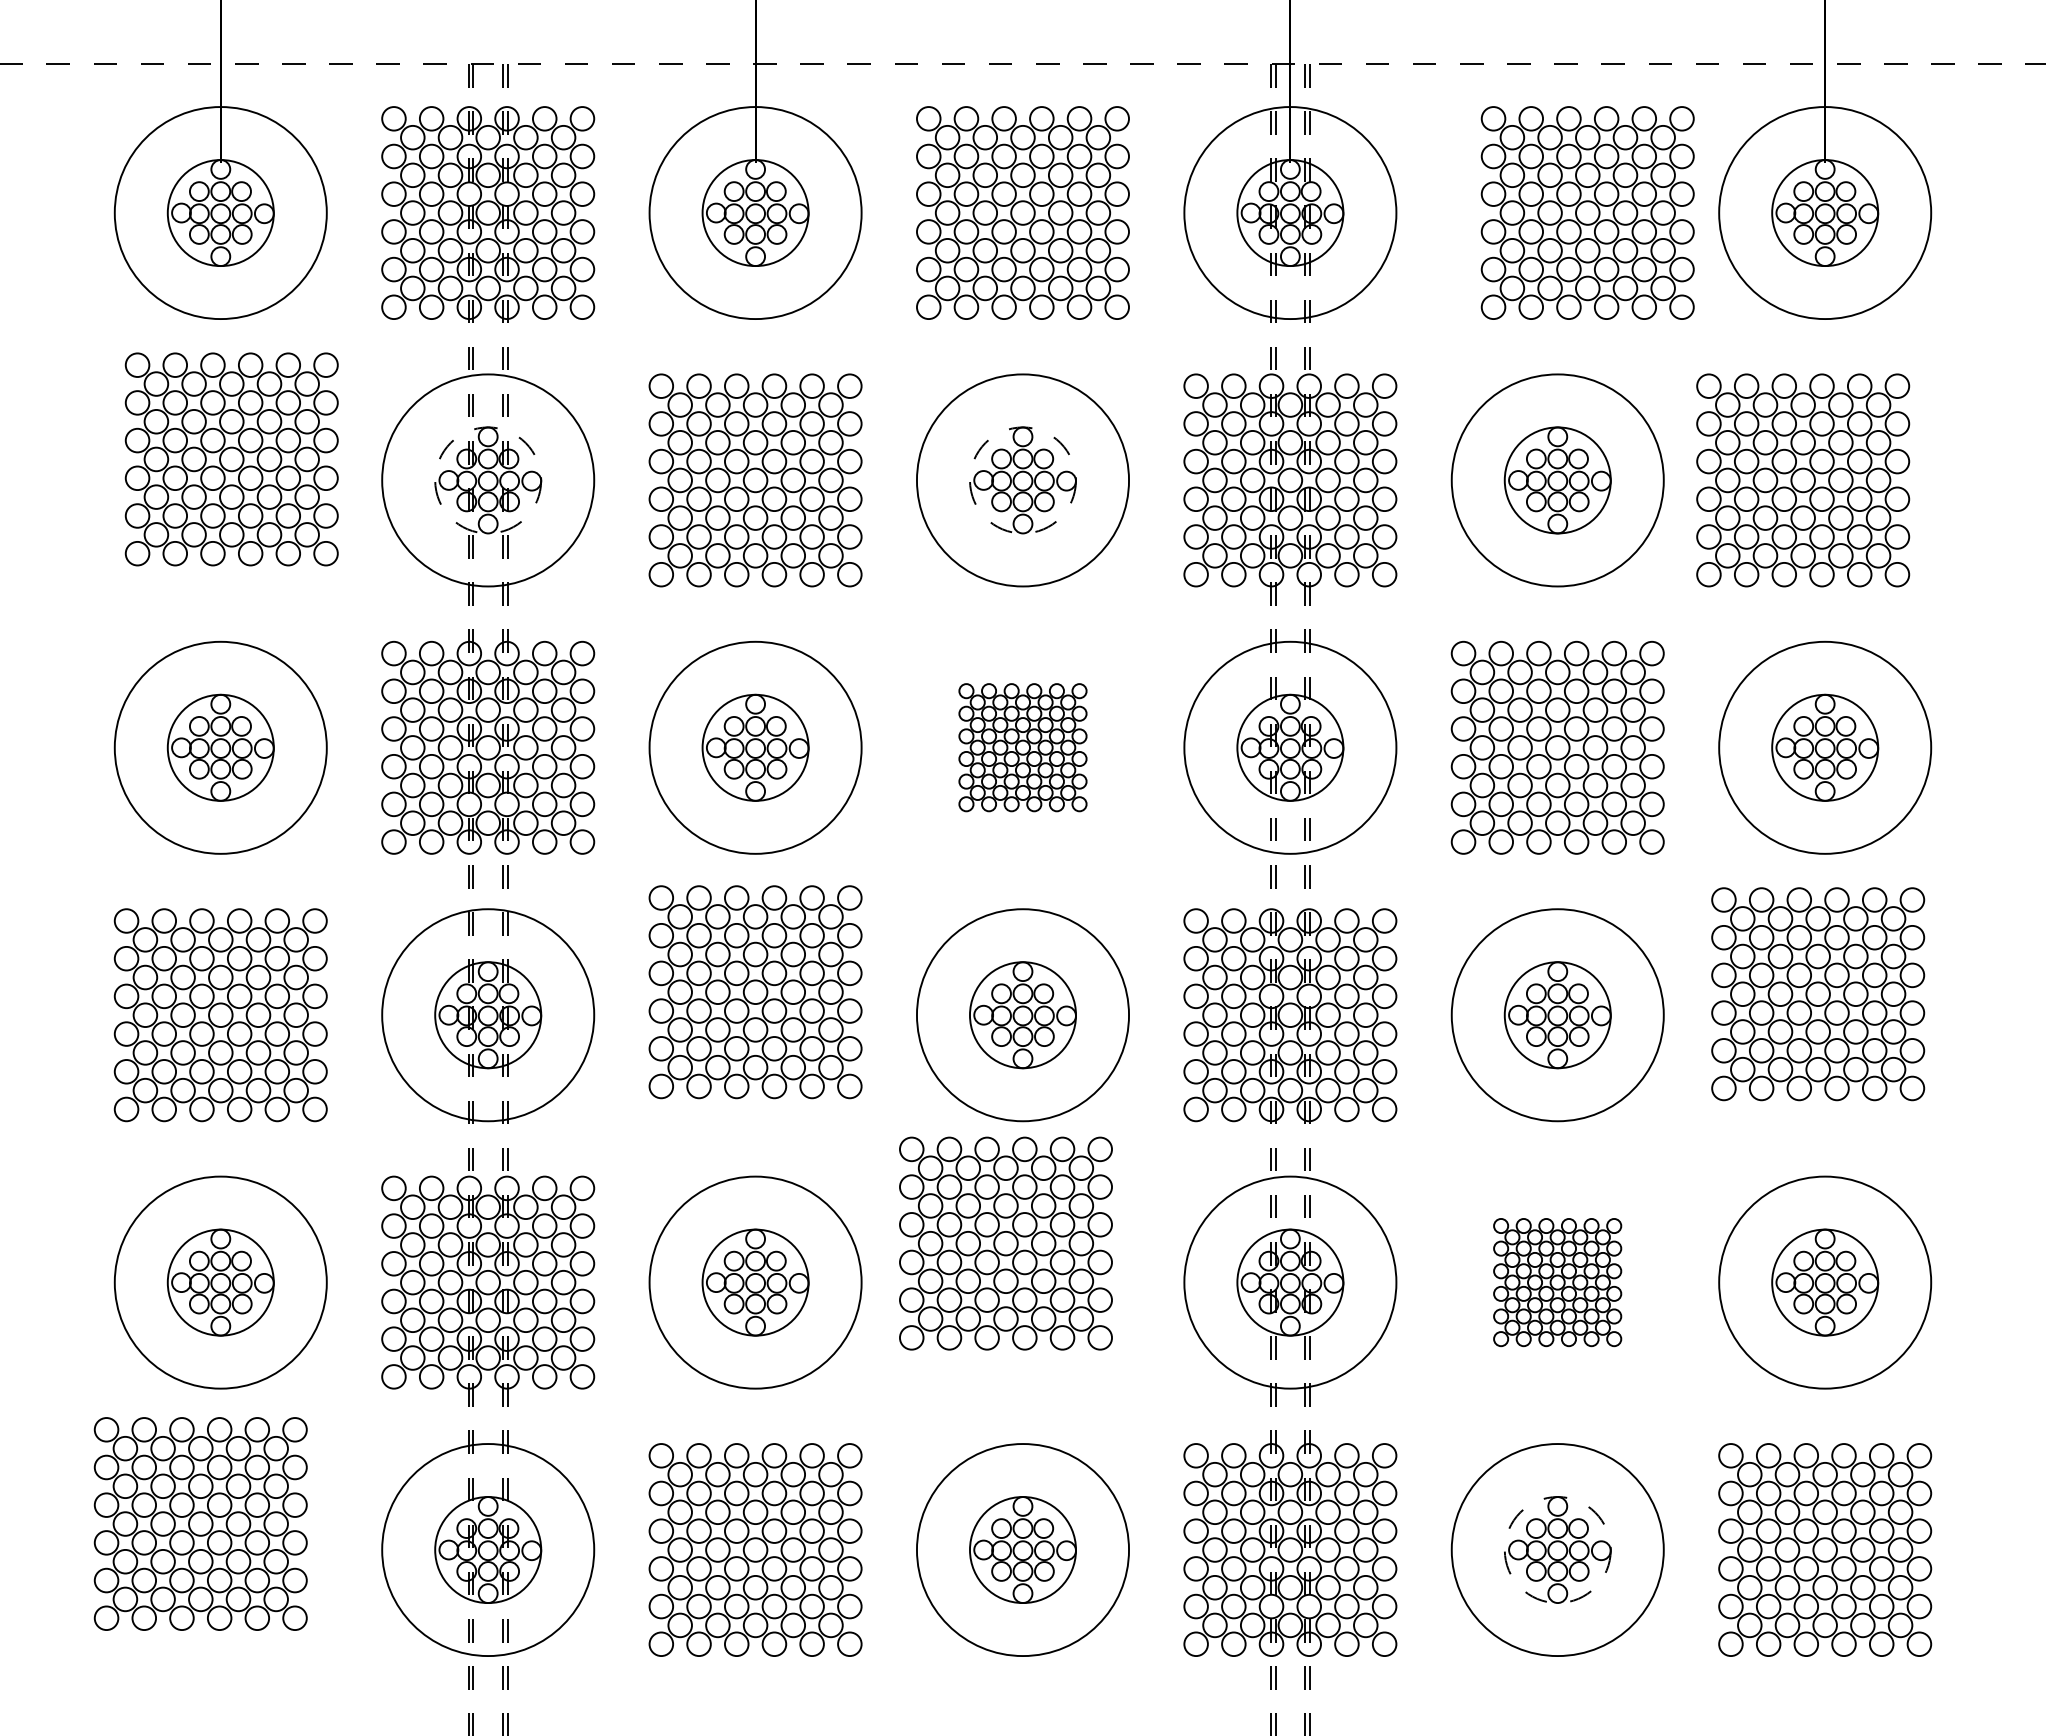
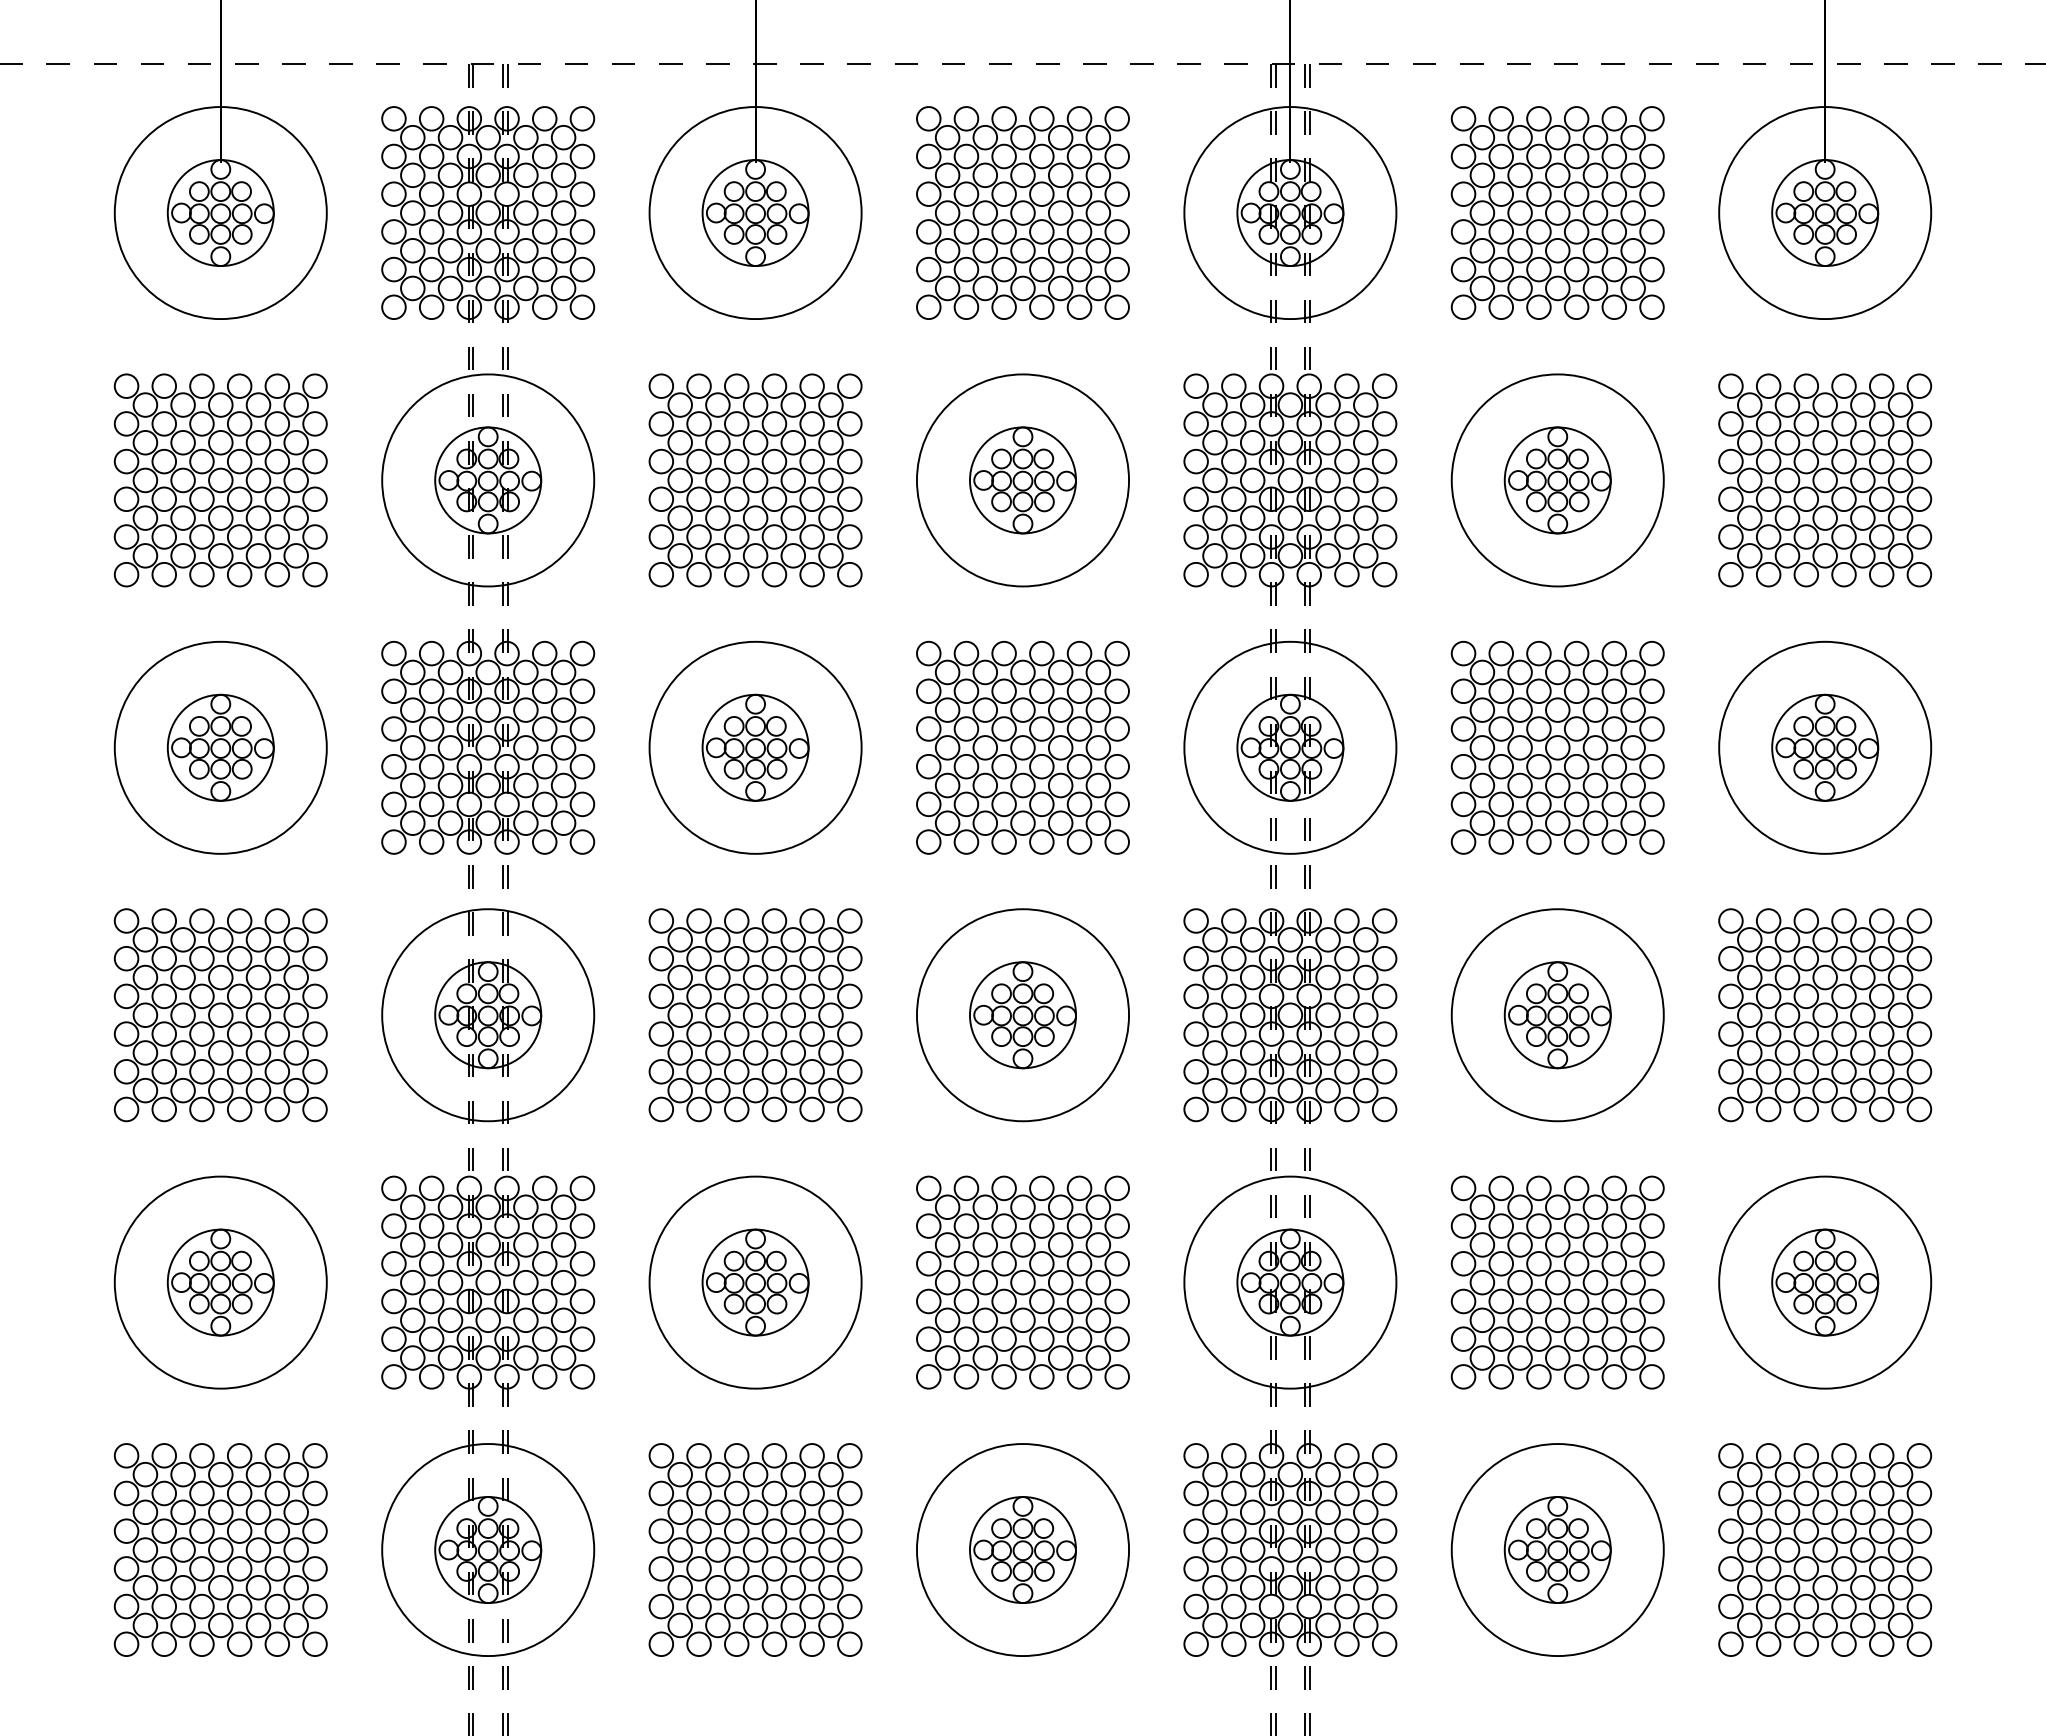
part at (1587, 212) position: (1587, 212) -> (1557, 212)
part at (231, 459) position: (231, 459) -> (220, 480)
circle at (488, 480): dashed -> solid
circle at (1022, 480): dashed -> solid
part at (1803, 480) position: (1803, 480) -> (1825, 480)
part at (1022, 747) size: 130x130 px -> 214x215 px
part at (755, 992) position: (755, 992) -> (755, 1015)
part at (1818, 994) position: (1818, 994) -> (1825, 1015)
part at (1005, 1243) position: (1005, 1243) -> (1022, 1282)
part at (1557, 1282) size: 130x130 px -> 215x215 px
part at (200, 1523) position: (200, 1523) -> (220, 1549)
circle at (1557, 1550): dashed -> solid
